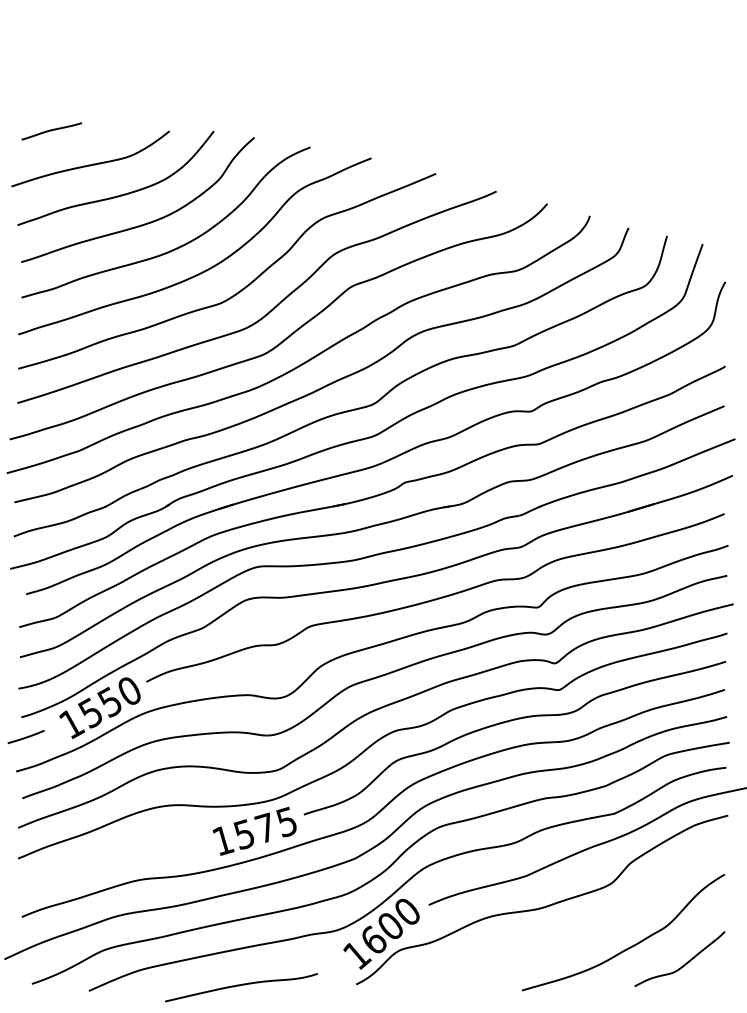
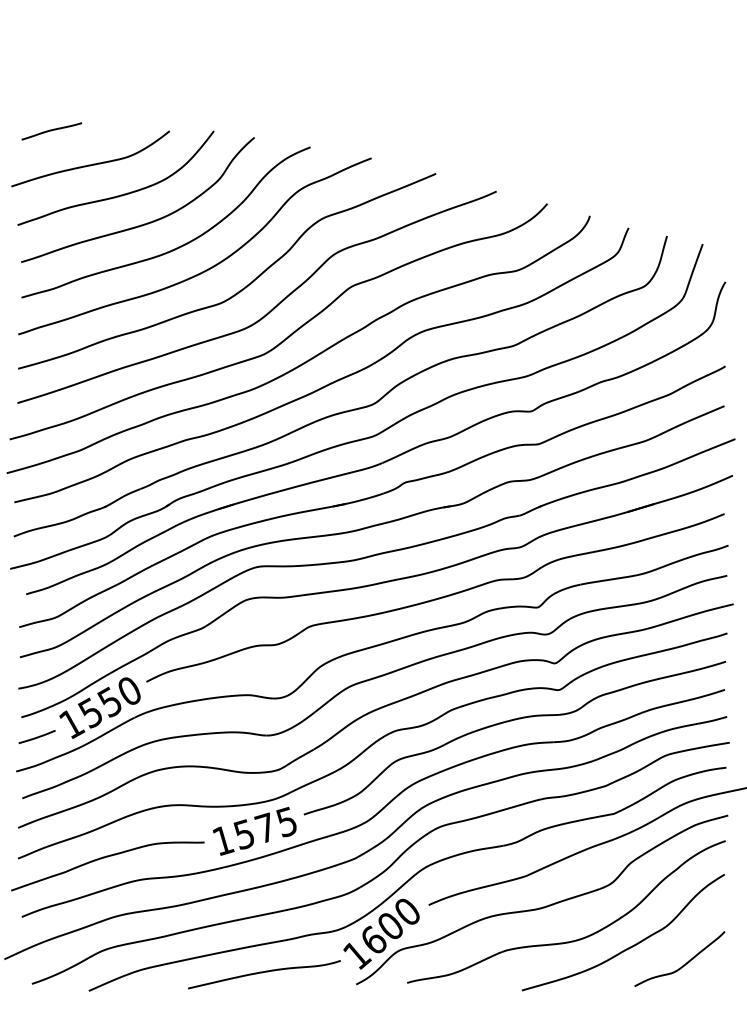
line at (25, 737) position: (25, 737) -> (36, 737)
curve at (104, 858): none -> present
part at (575, 939): none -> present
curve at (241, 985) position: (241, 985) -> (264, 972)
